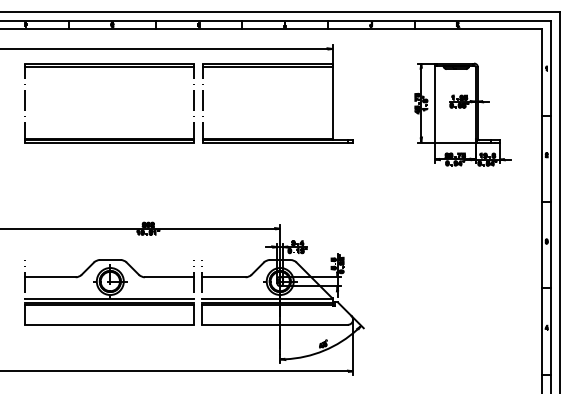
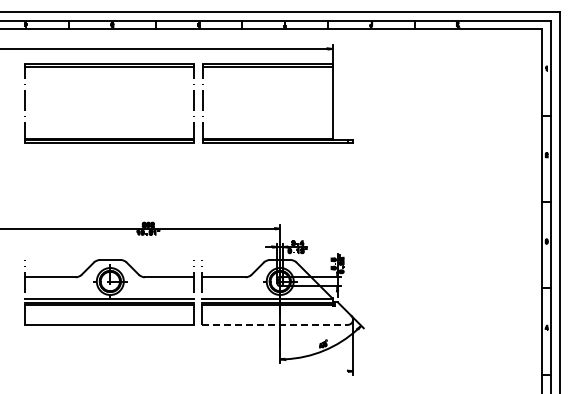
part at (462, 114): present -> none
line at (275, 324): solid -> dashed
line at (174, 371): present -> none
